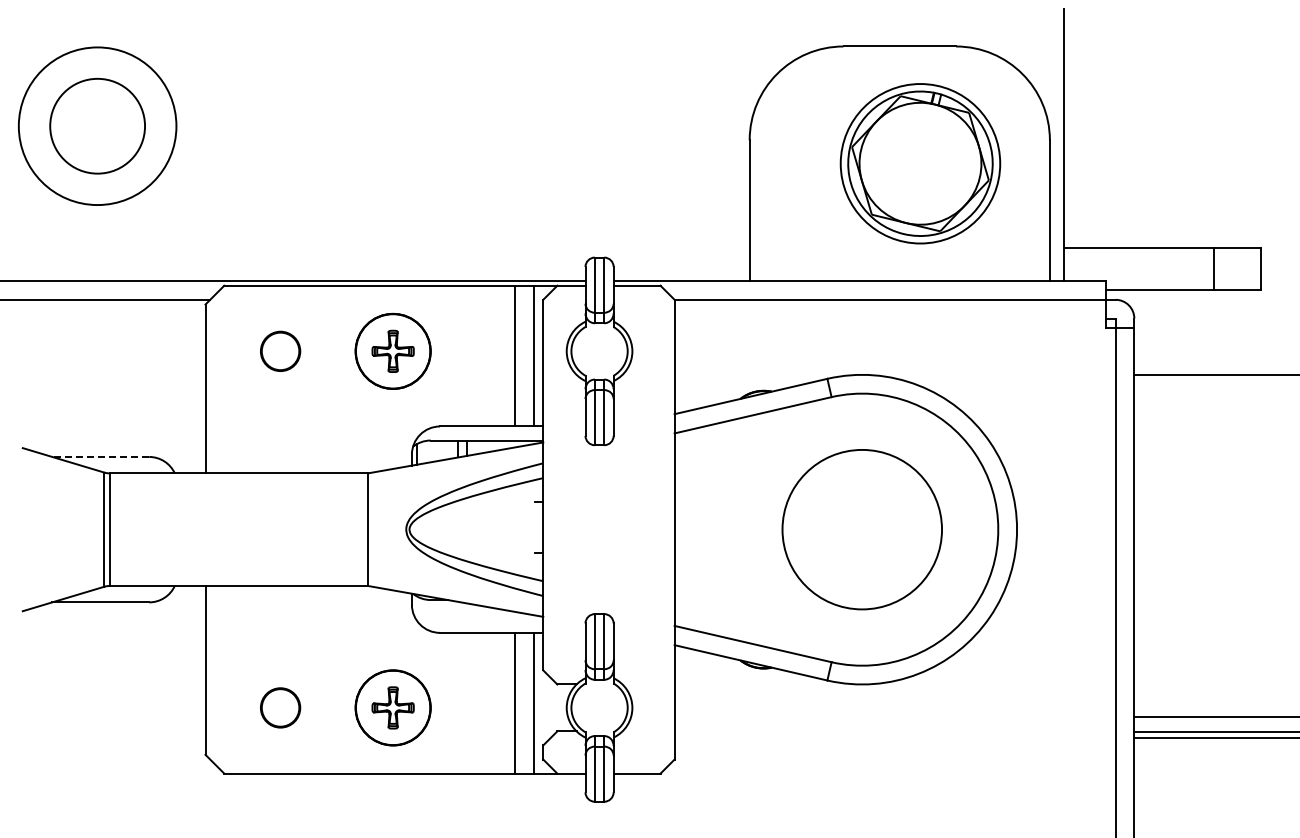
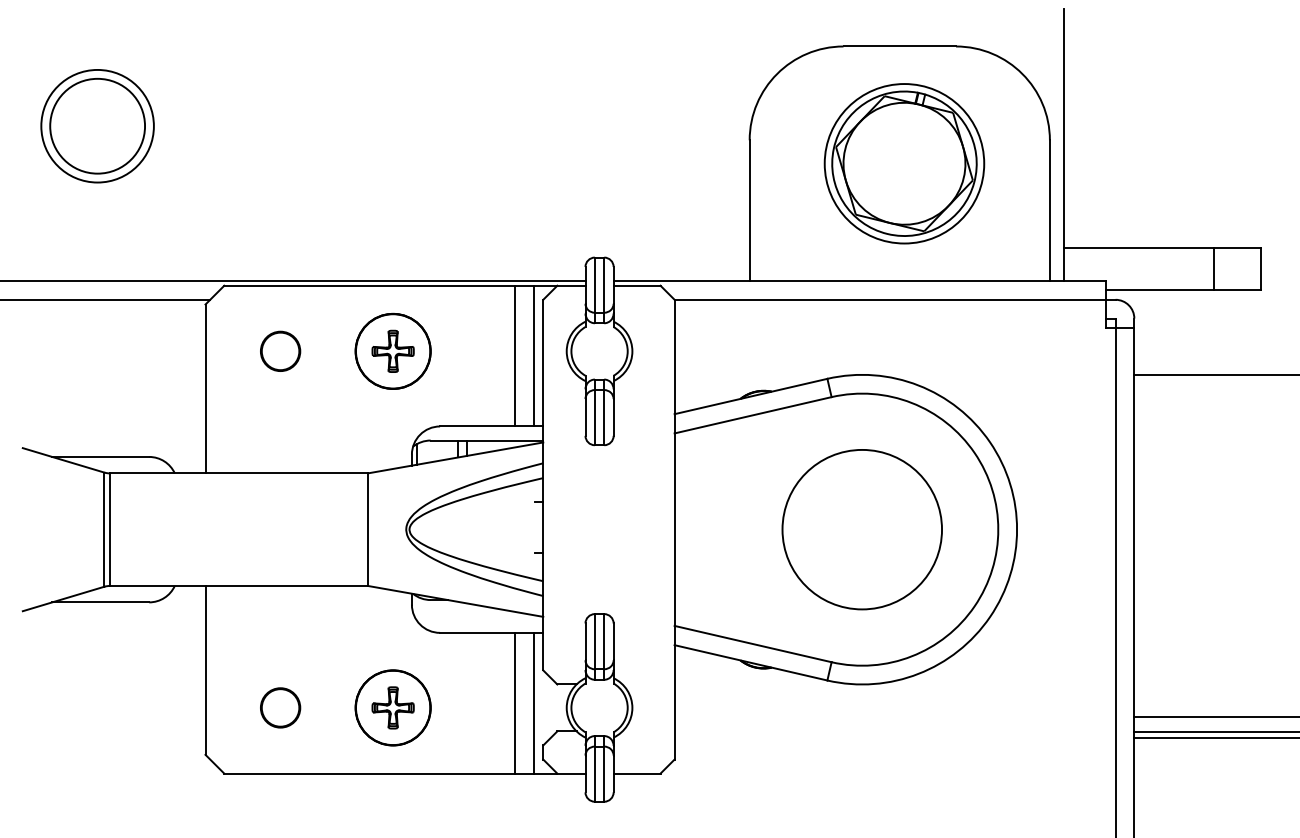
circle at (97, 126) diameter: 158 px -> 113 px
part at (920, 163) position: (920, 163) -> (904, 163)
line at (100, 456): dashed -> solid
